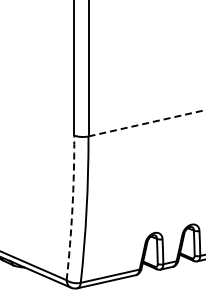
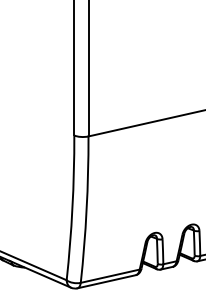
line at (147, 123): dashed -> solid
arc at (72, 207): dashed -> solid
